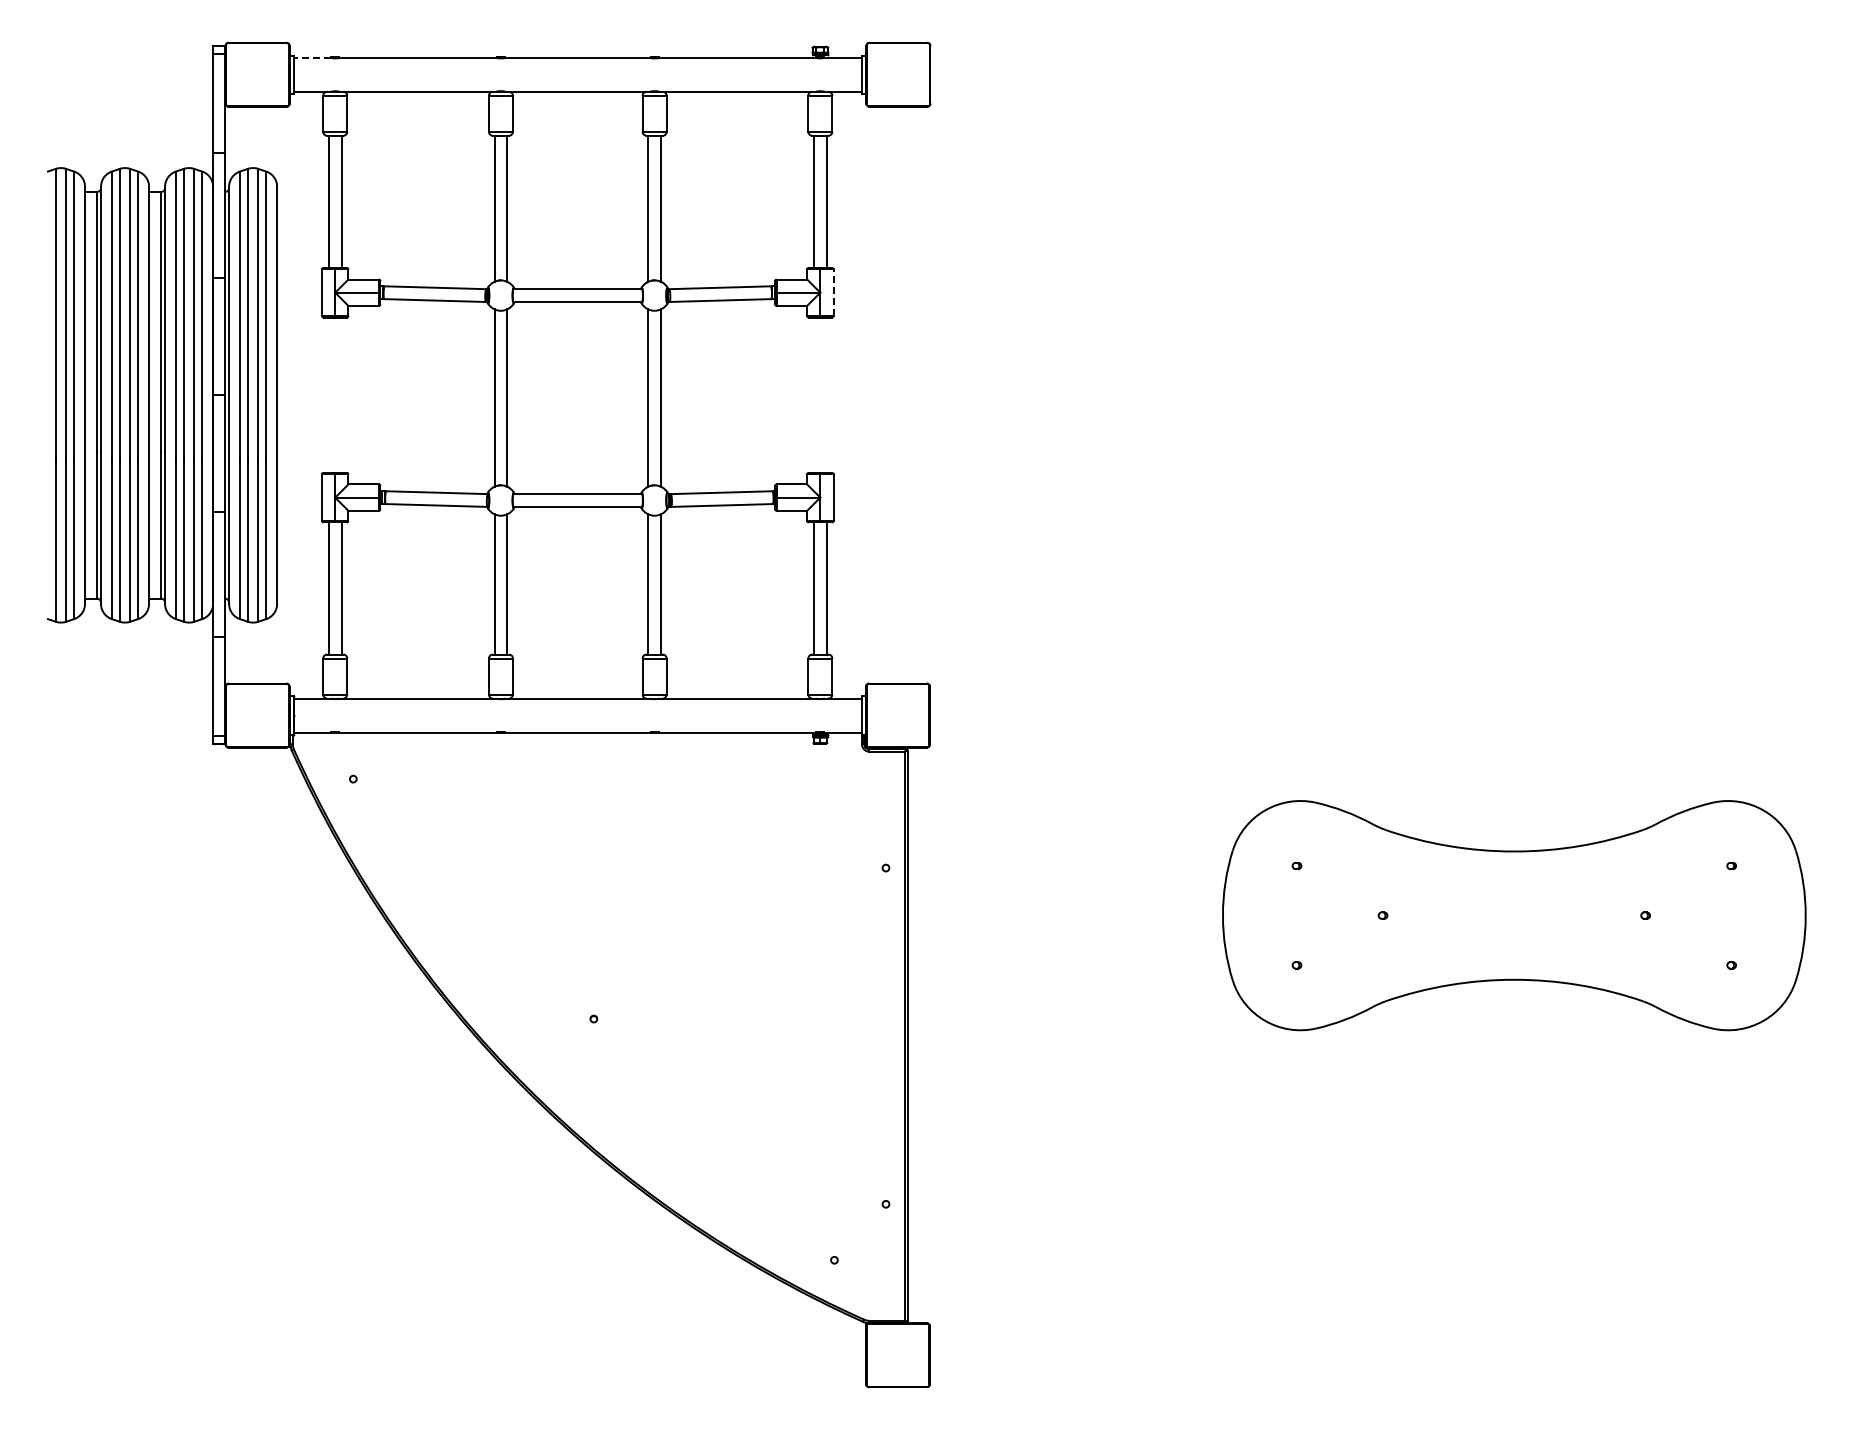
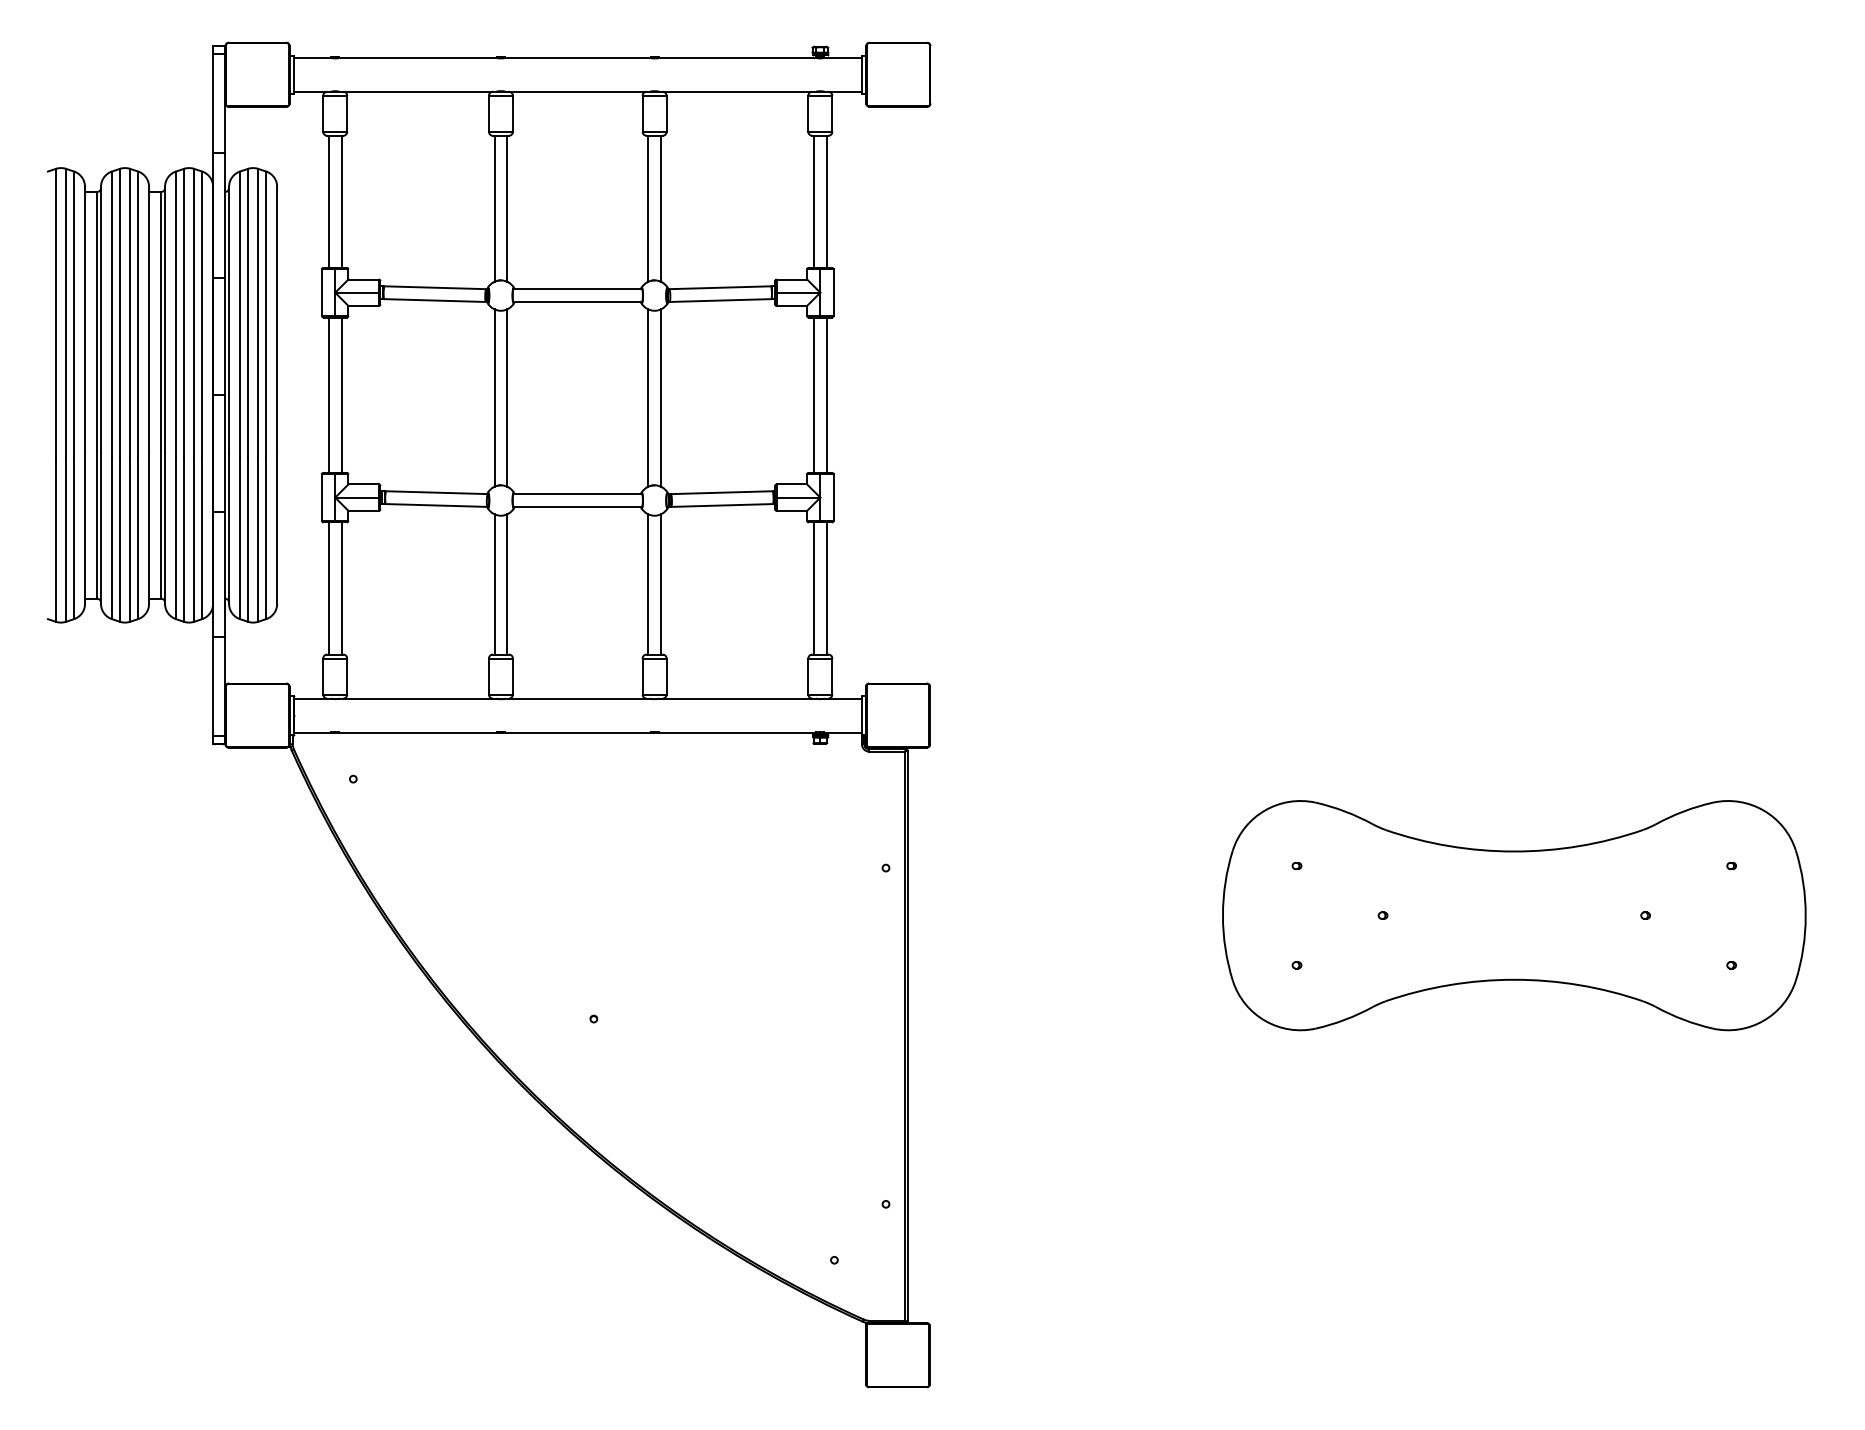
line at (312, 57): dashed -> solid
line at (833, 292): dashed -> solid
line at (328, 394): none -> present
line at (341, 394): none -> present
line at (813, 394): none -> present
line at (826, 394): none -> present
